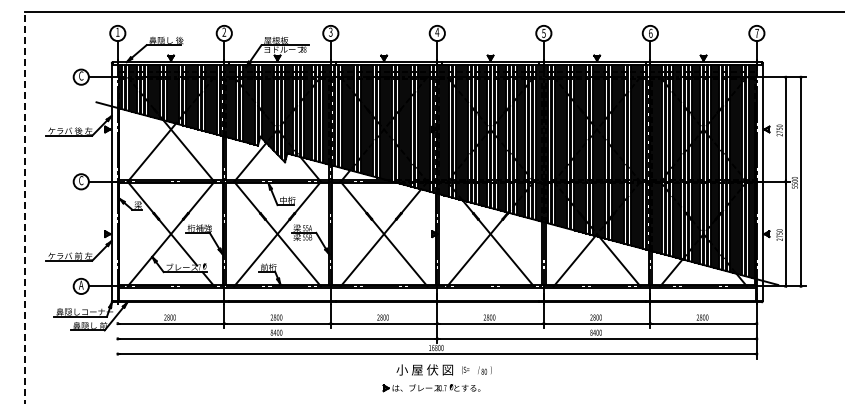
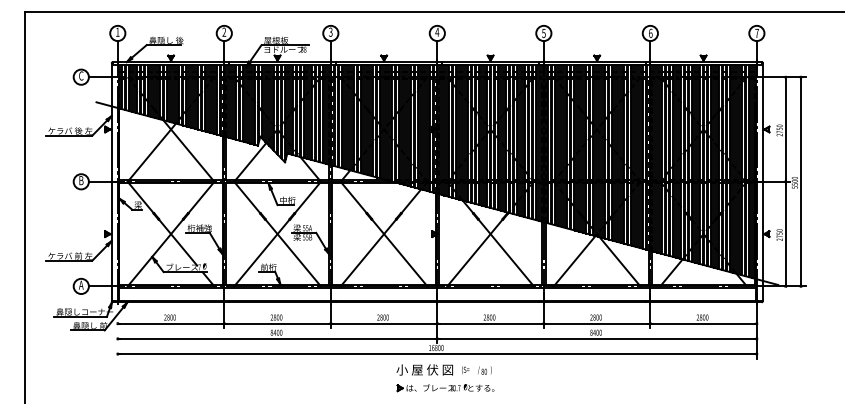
text at (81, 180): C -> B
line at (25, 207): dashed -> solid
part at (431, 388) position: (431, 388) -> (445, 388)
